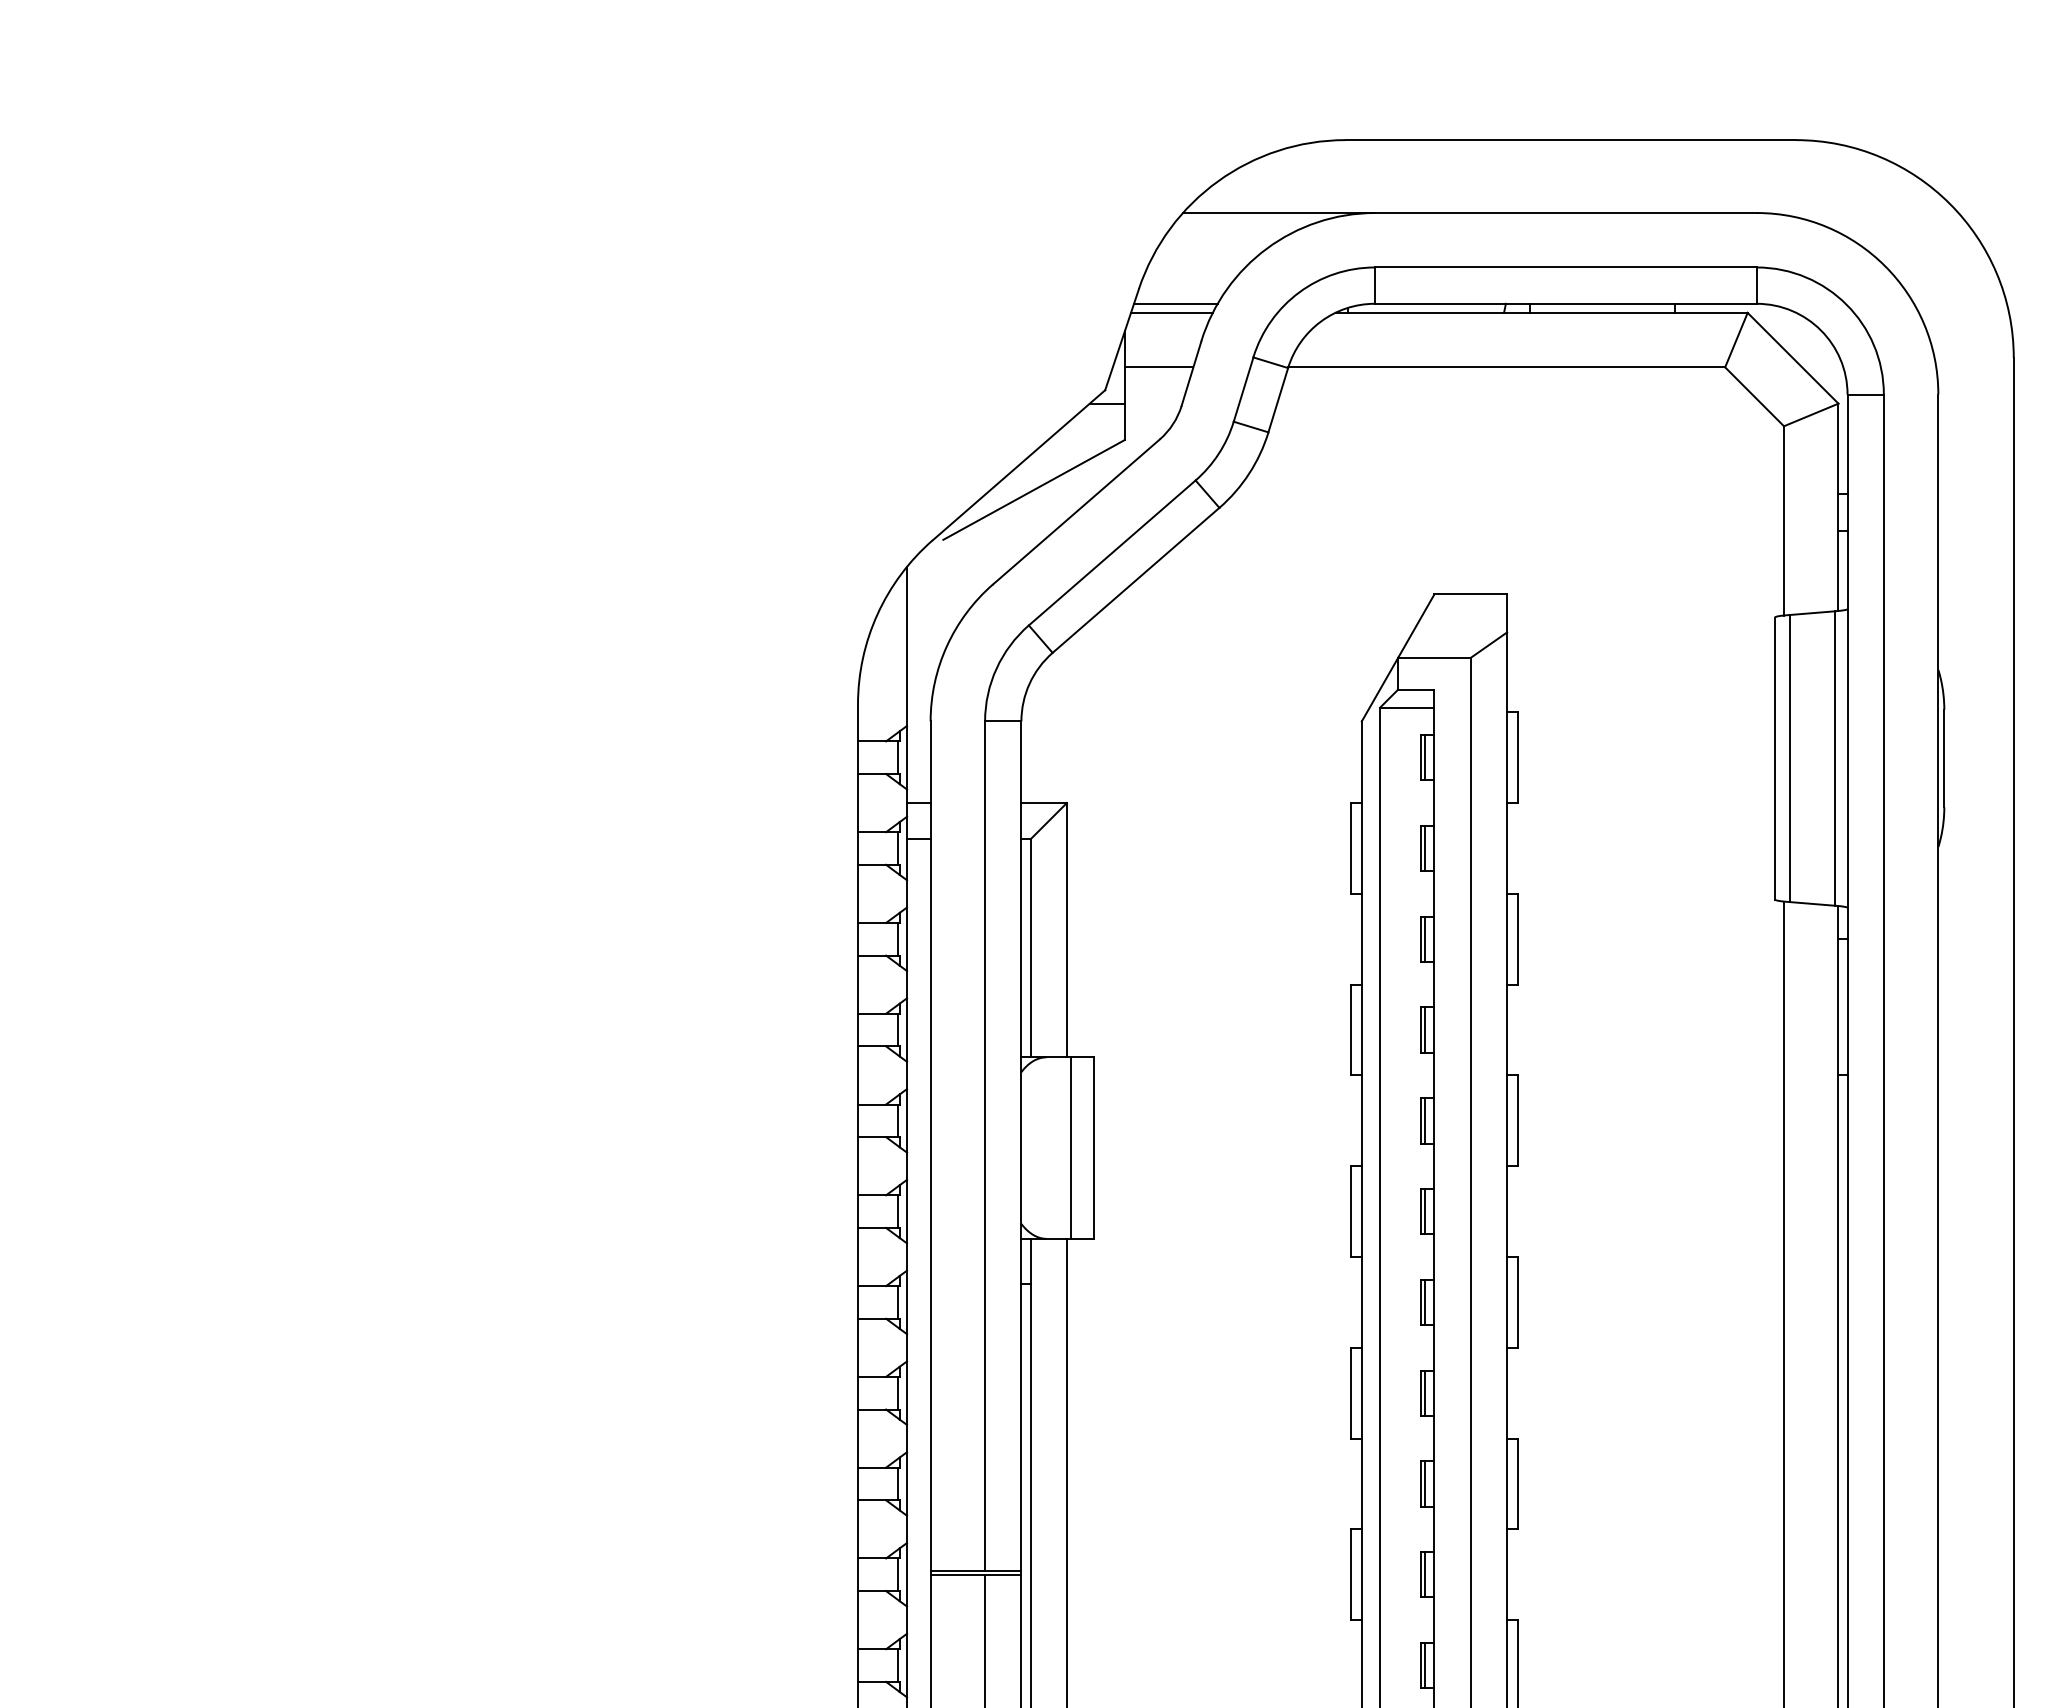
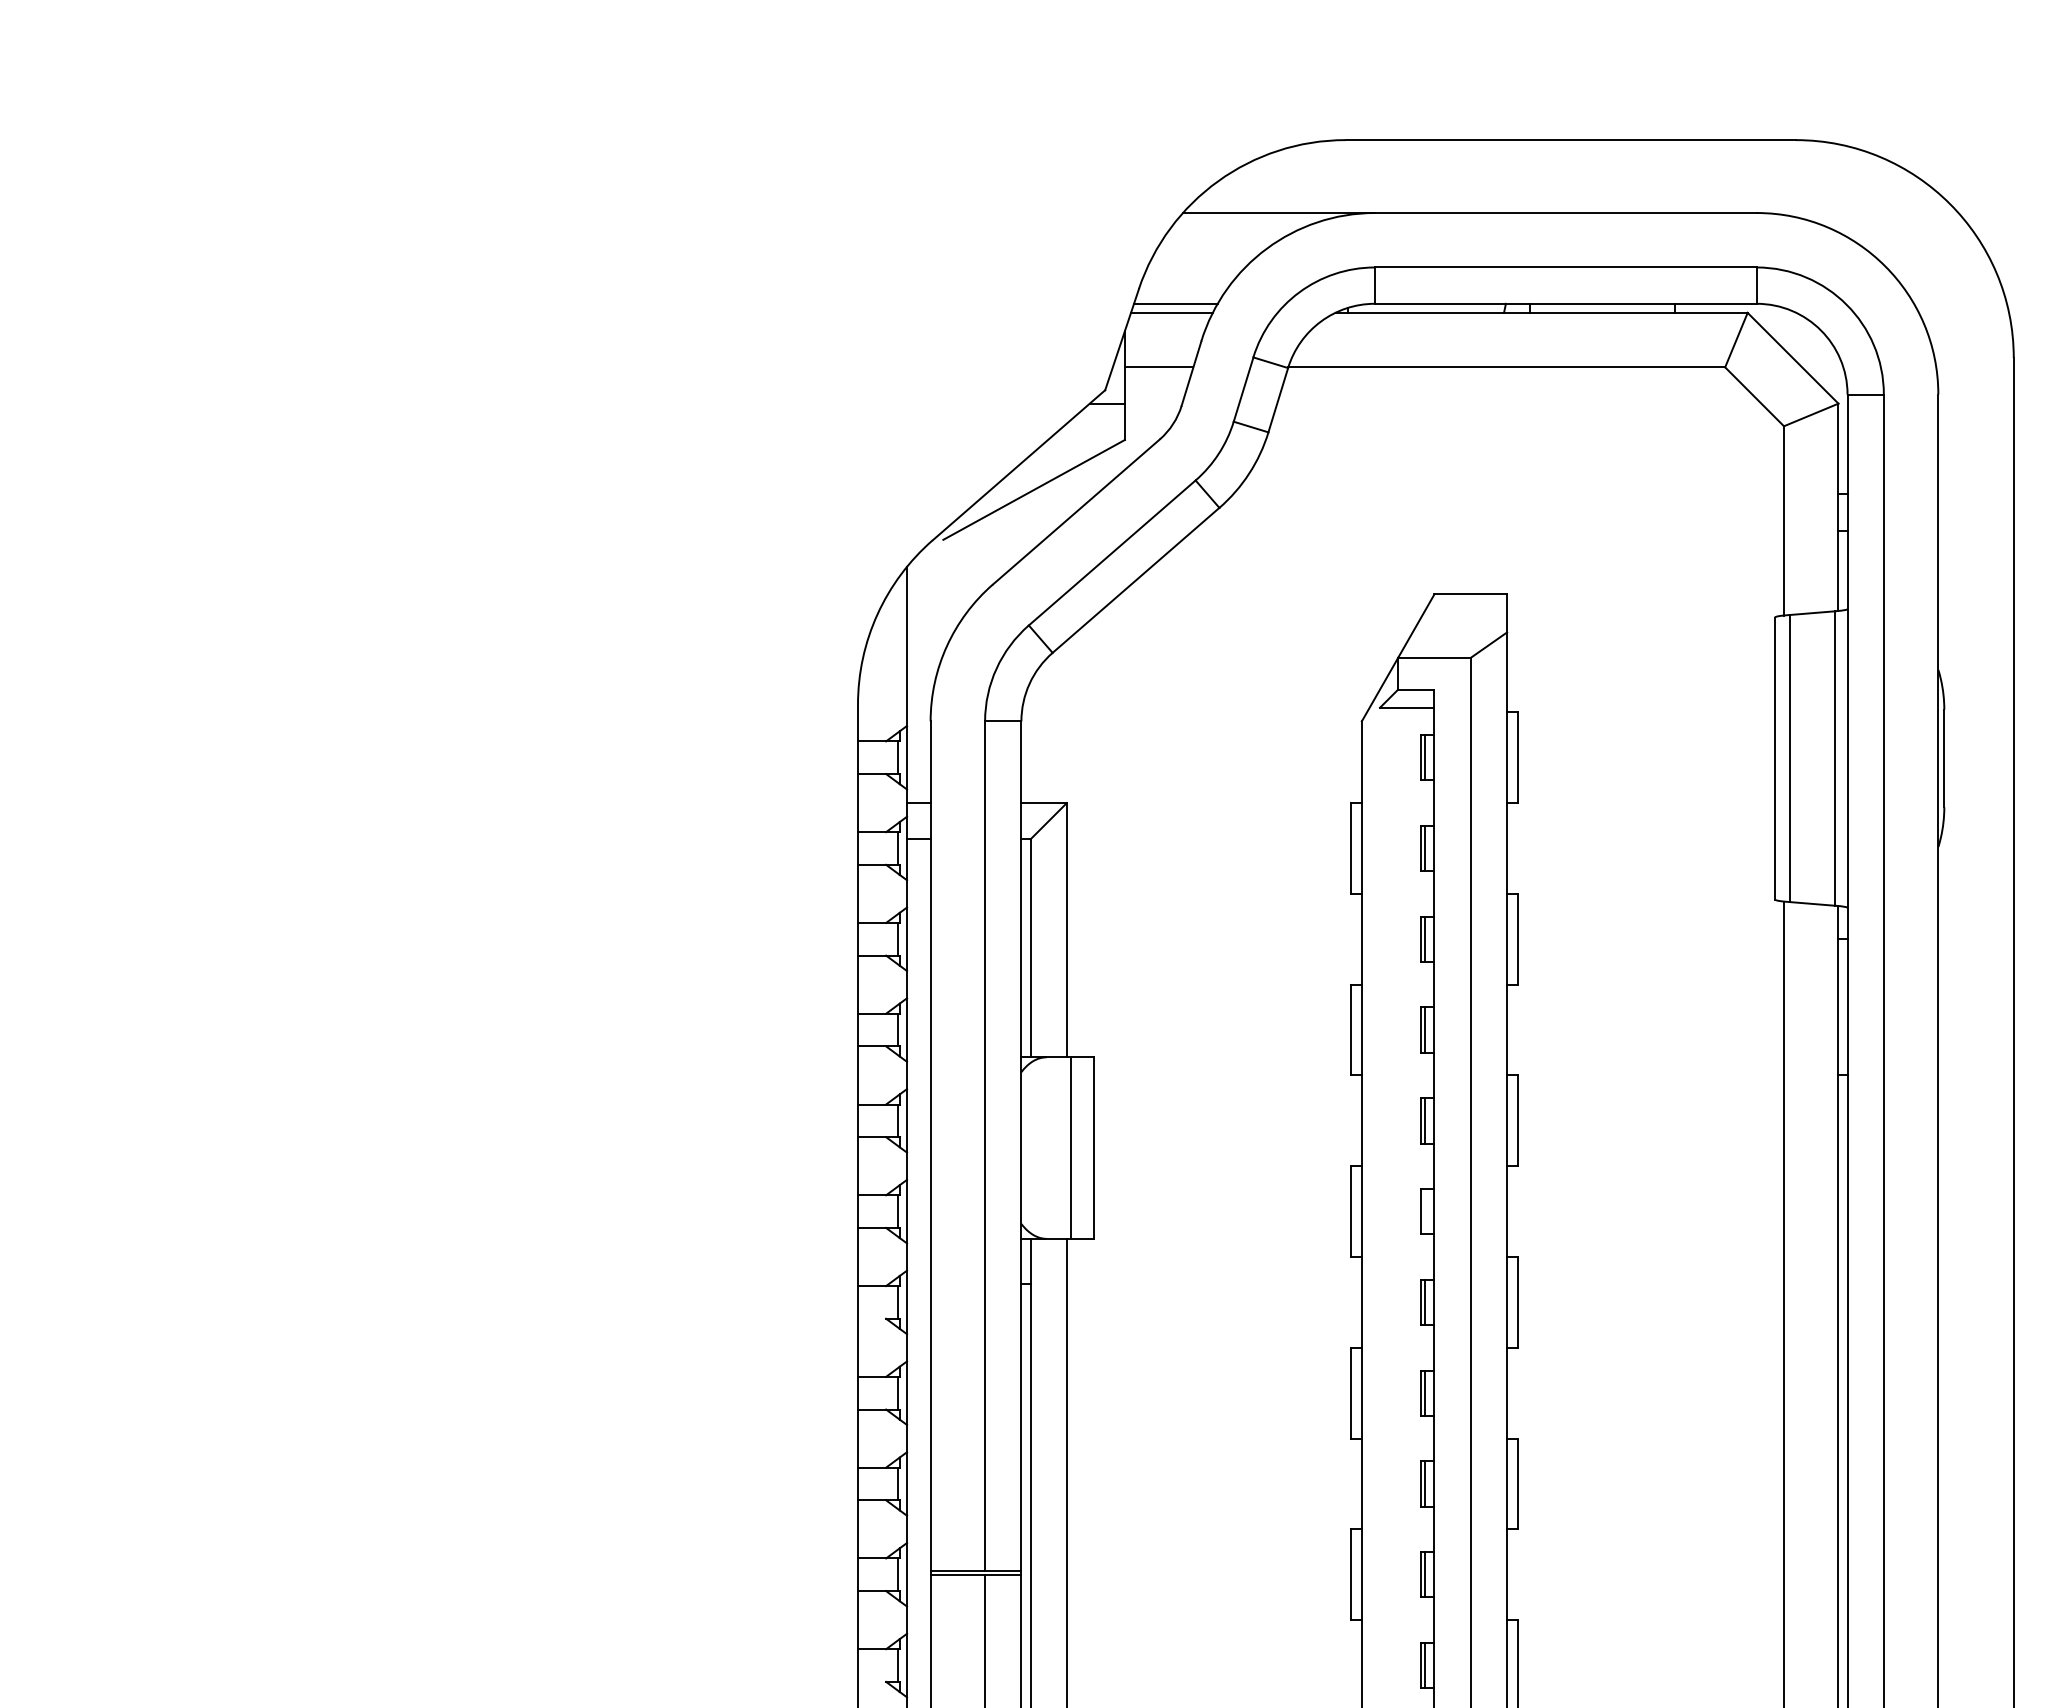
line at (1380, 1205): present -> none
line at (1425, 1211): present -> none
line at (872, 1318): present -> none
line at (872, 1681): present -> none
